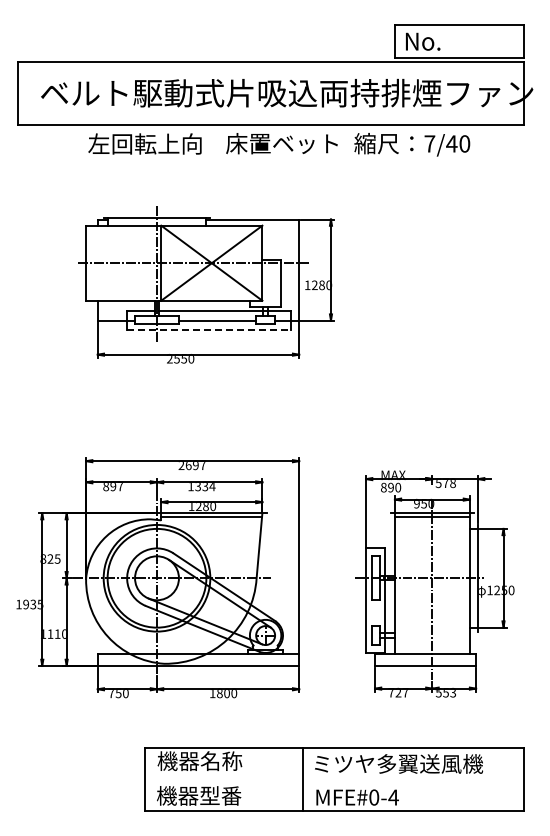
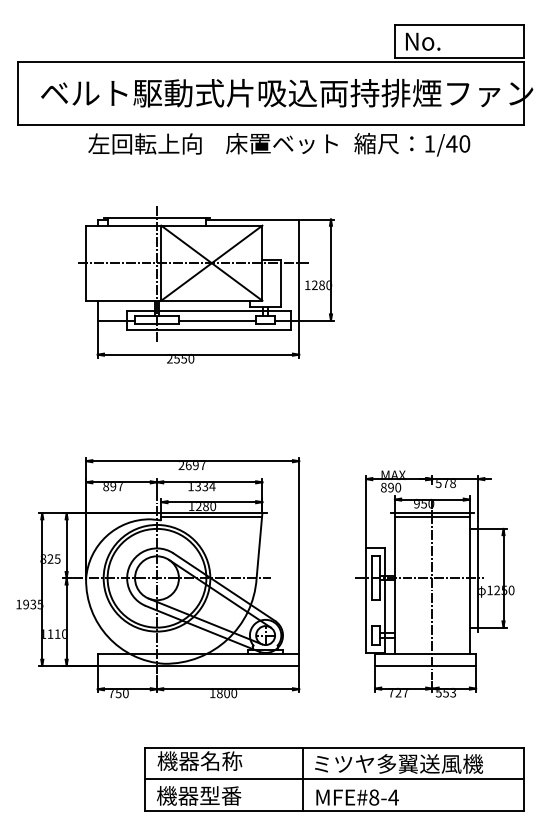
text at (429, 143): 7/40 -> 1/40
line at (209, 329): dashed -> solid
line at (333, 779): none -> present
text at (374, 797): MFE#0-4 -> MFE#8-4
